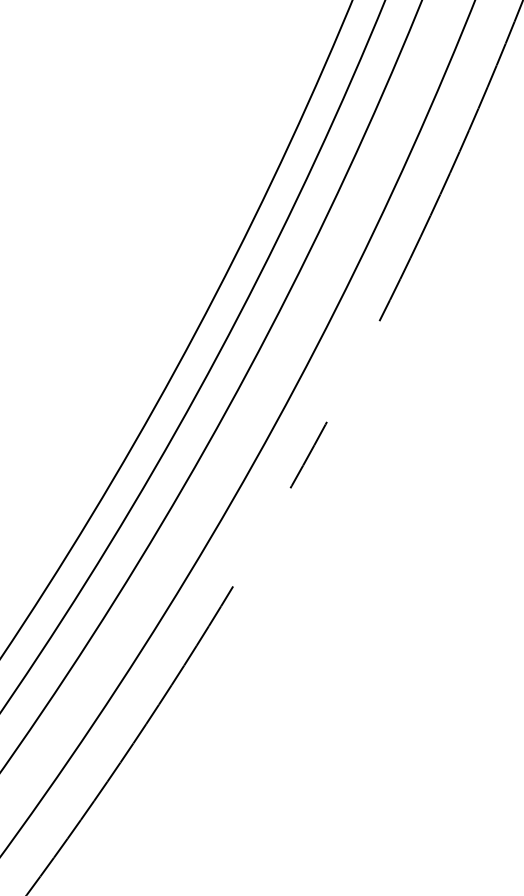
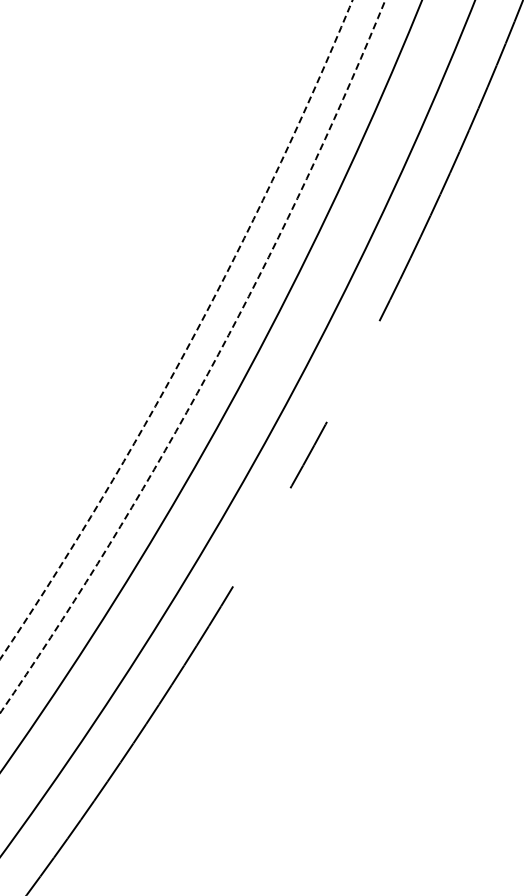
arc at (193, 337): solid -> dashed
arc at (212, 366): solid -> dashed
